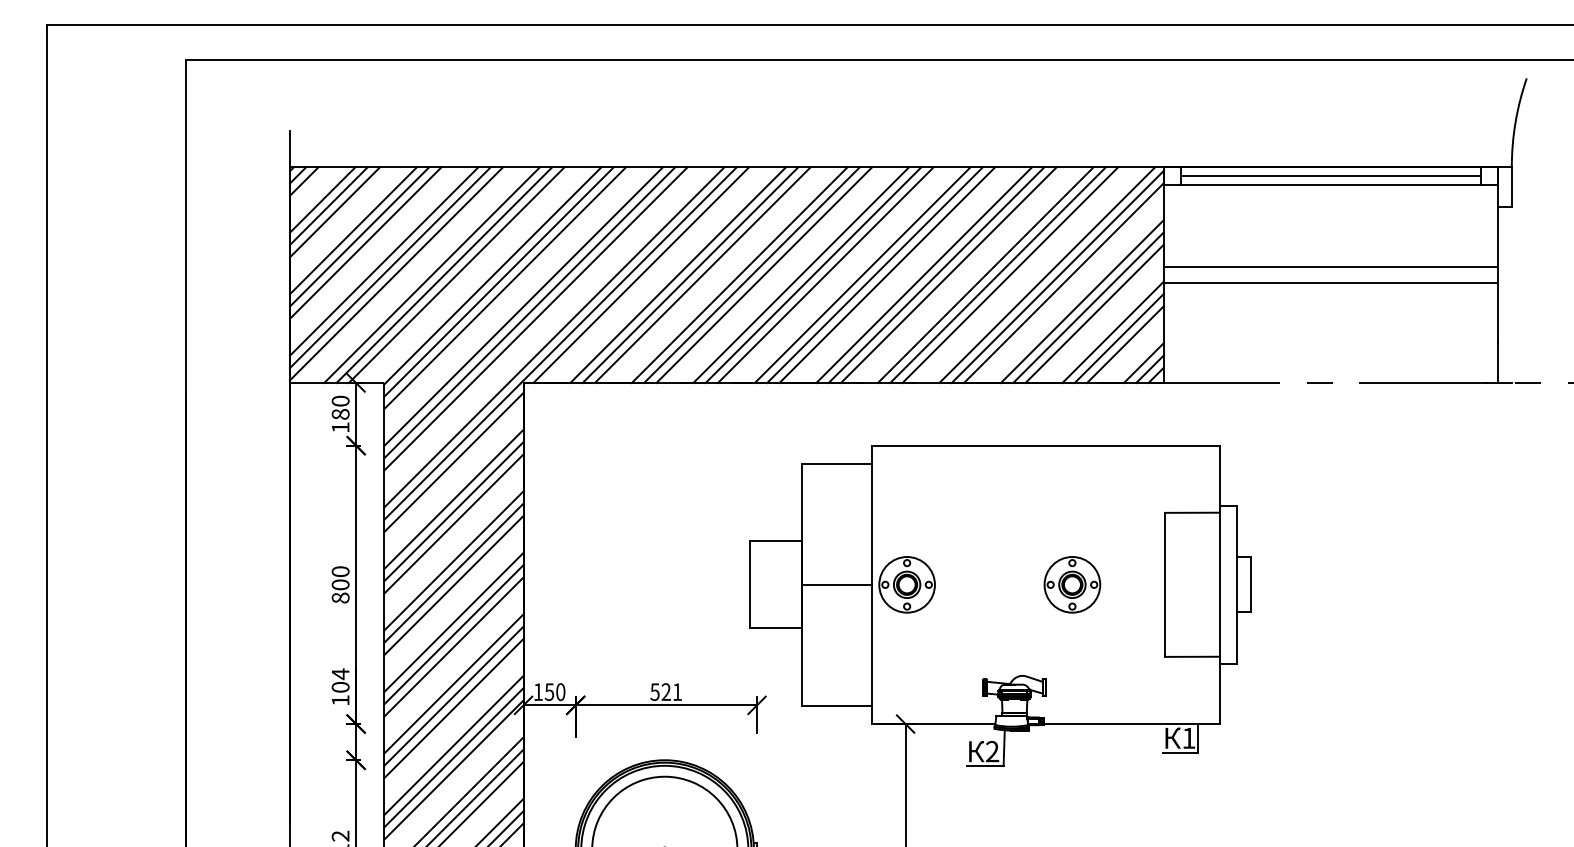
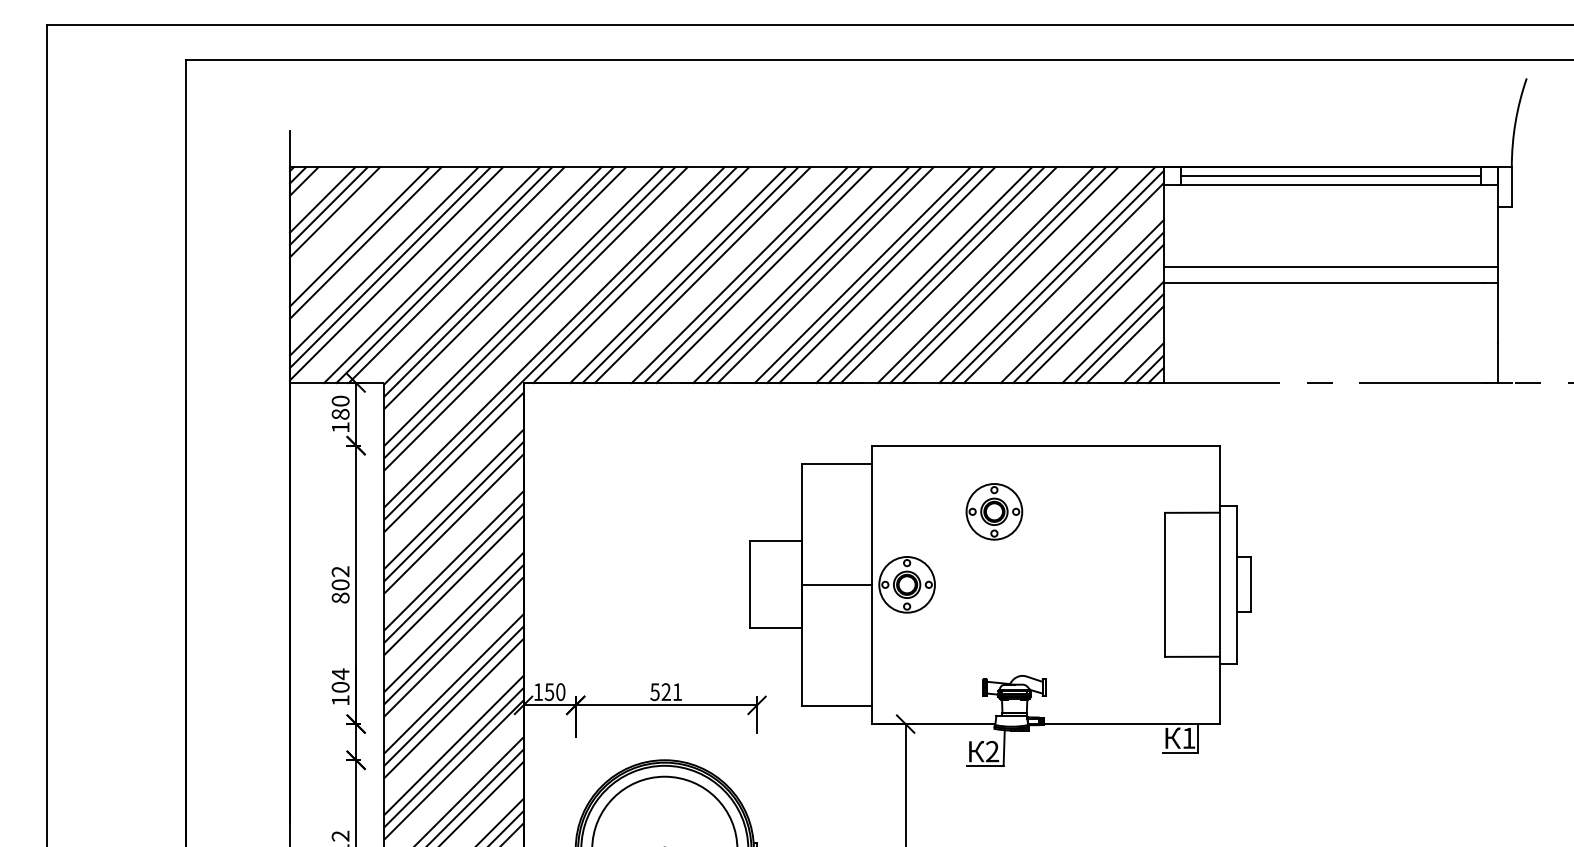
line at (353, 230): present -> none
text at (340, 571): 800 -> 802
part at (1072, 584) position: (1072, 584) -> (994, 511)
